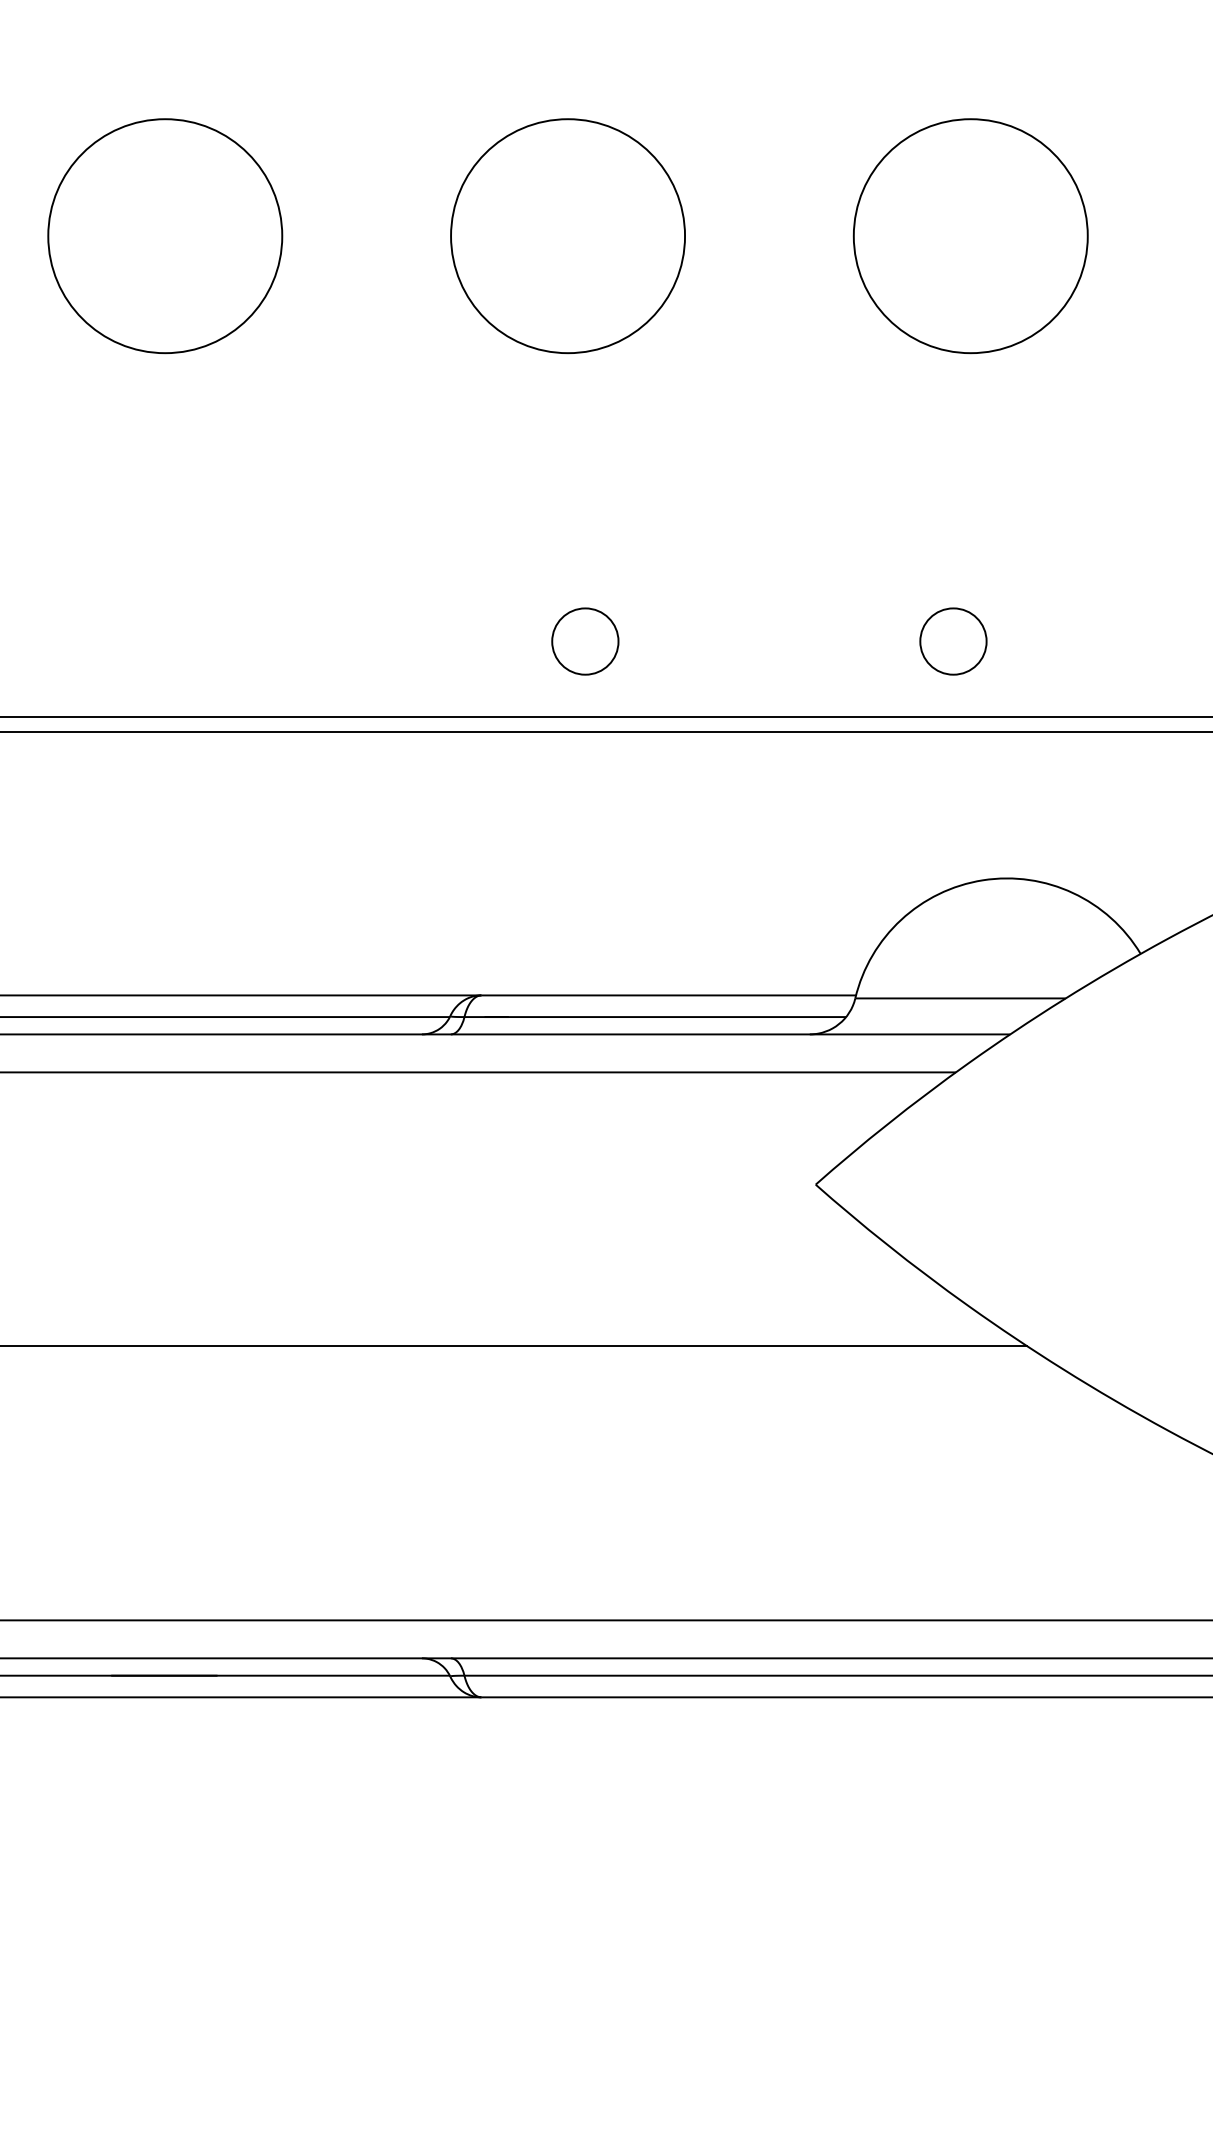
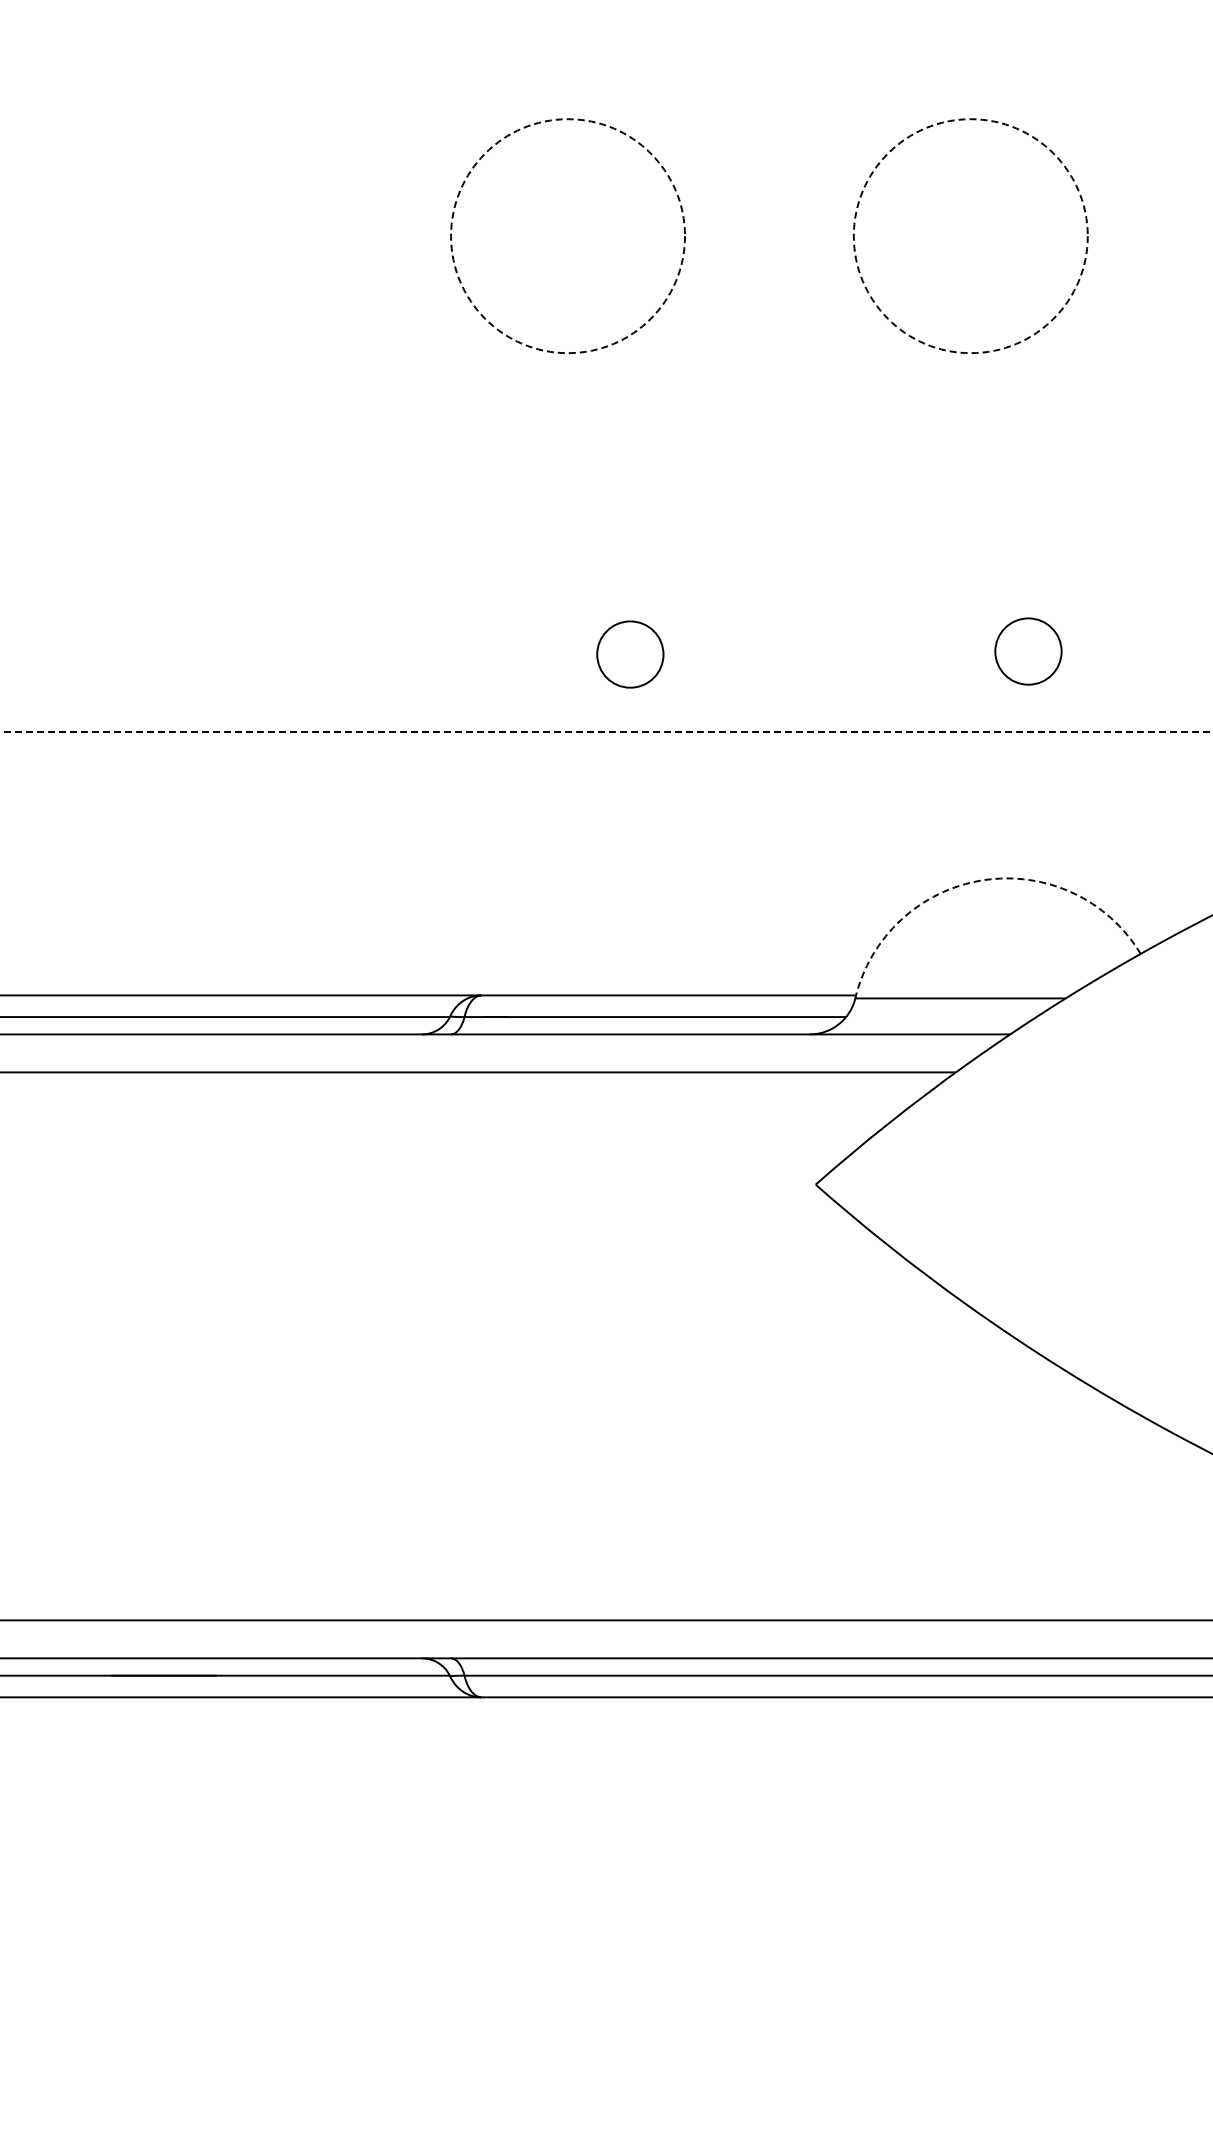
circle at (165, 236): present -> none
circle at (568, 236): solid -> dashed
circle at (970, 236): solid -> dashed
circle at (585, 641) position: (585, 641) -> (630, 654)
circle at (953, 641) position: (953, 641) -> (1028, 651)
line at (605, 717): present -> none
line at (606, 731): solid -> dashed
arc at (983, 880): solid -> dashed
line at (514, 1346): present -> none
